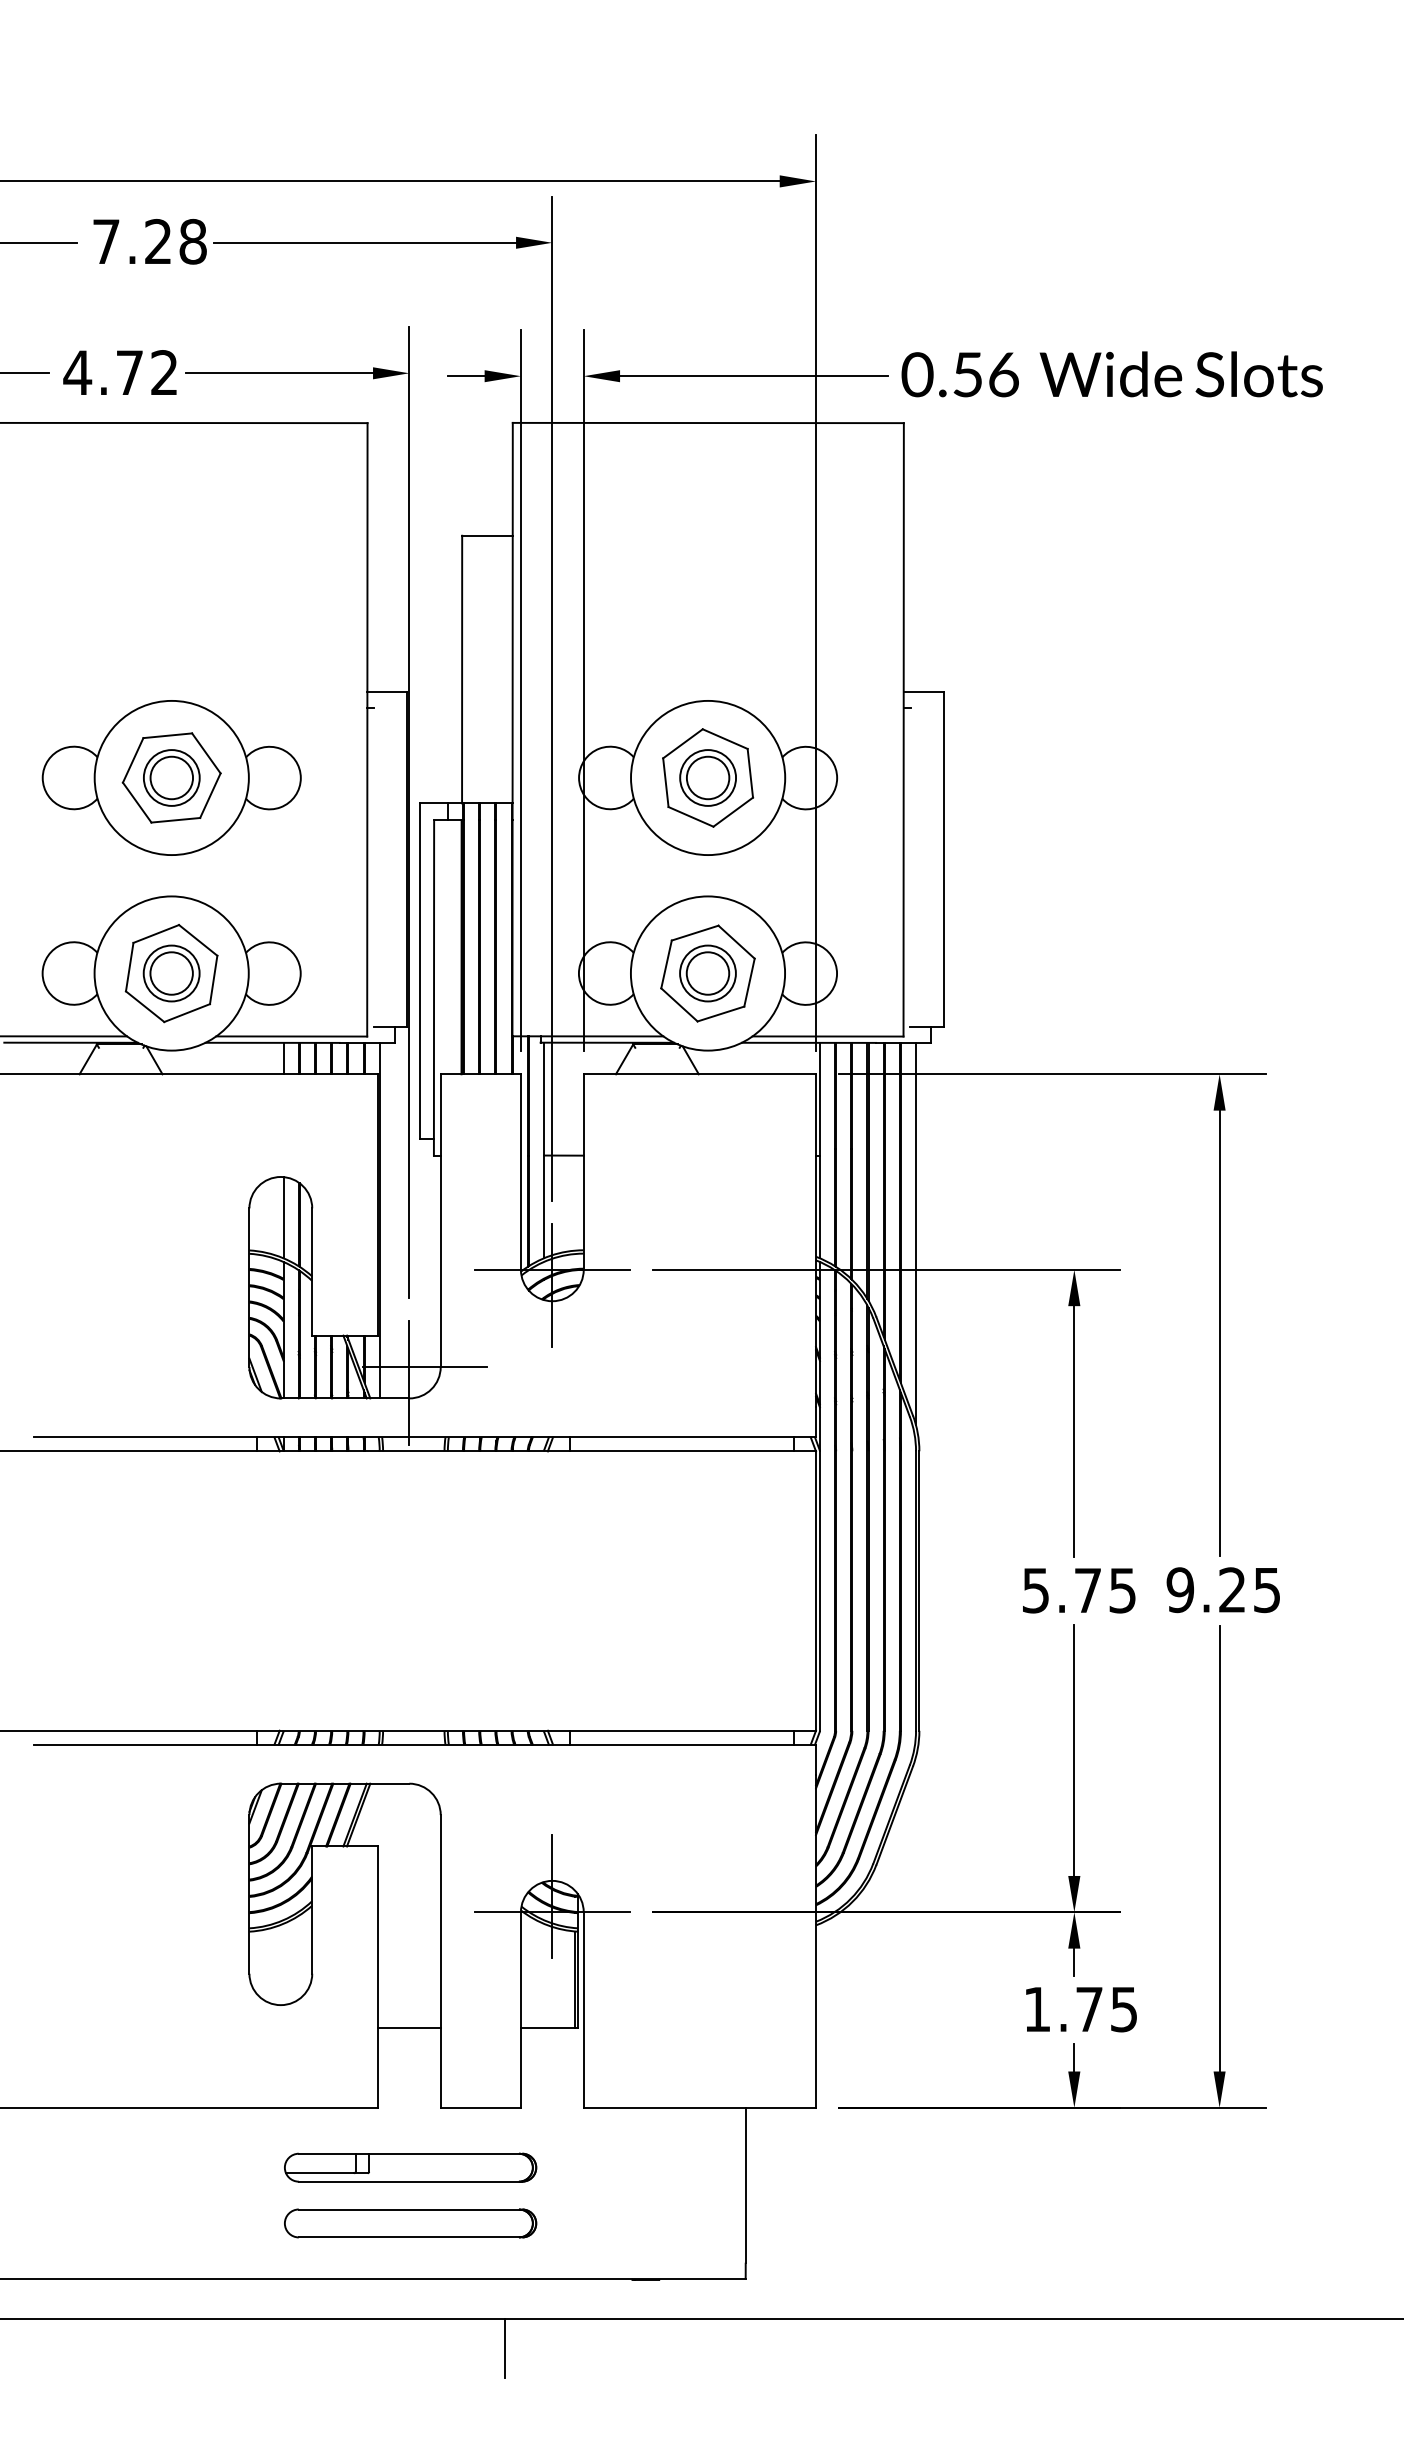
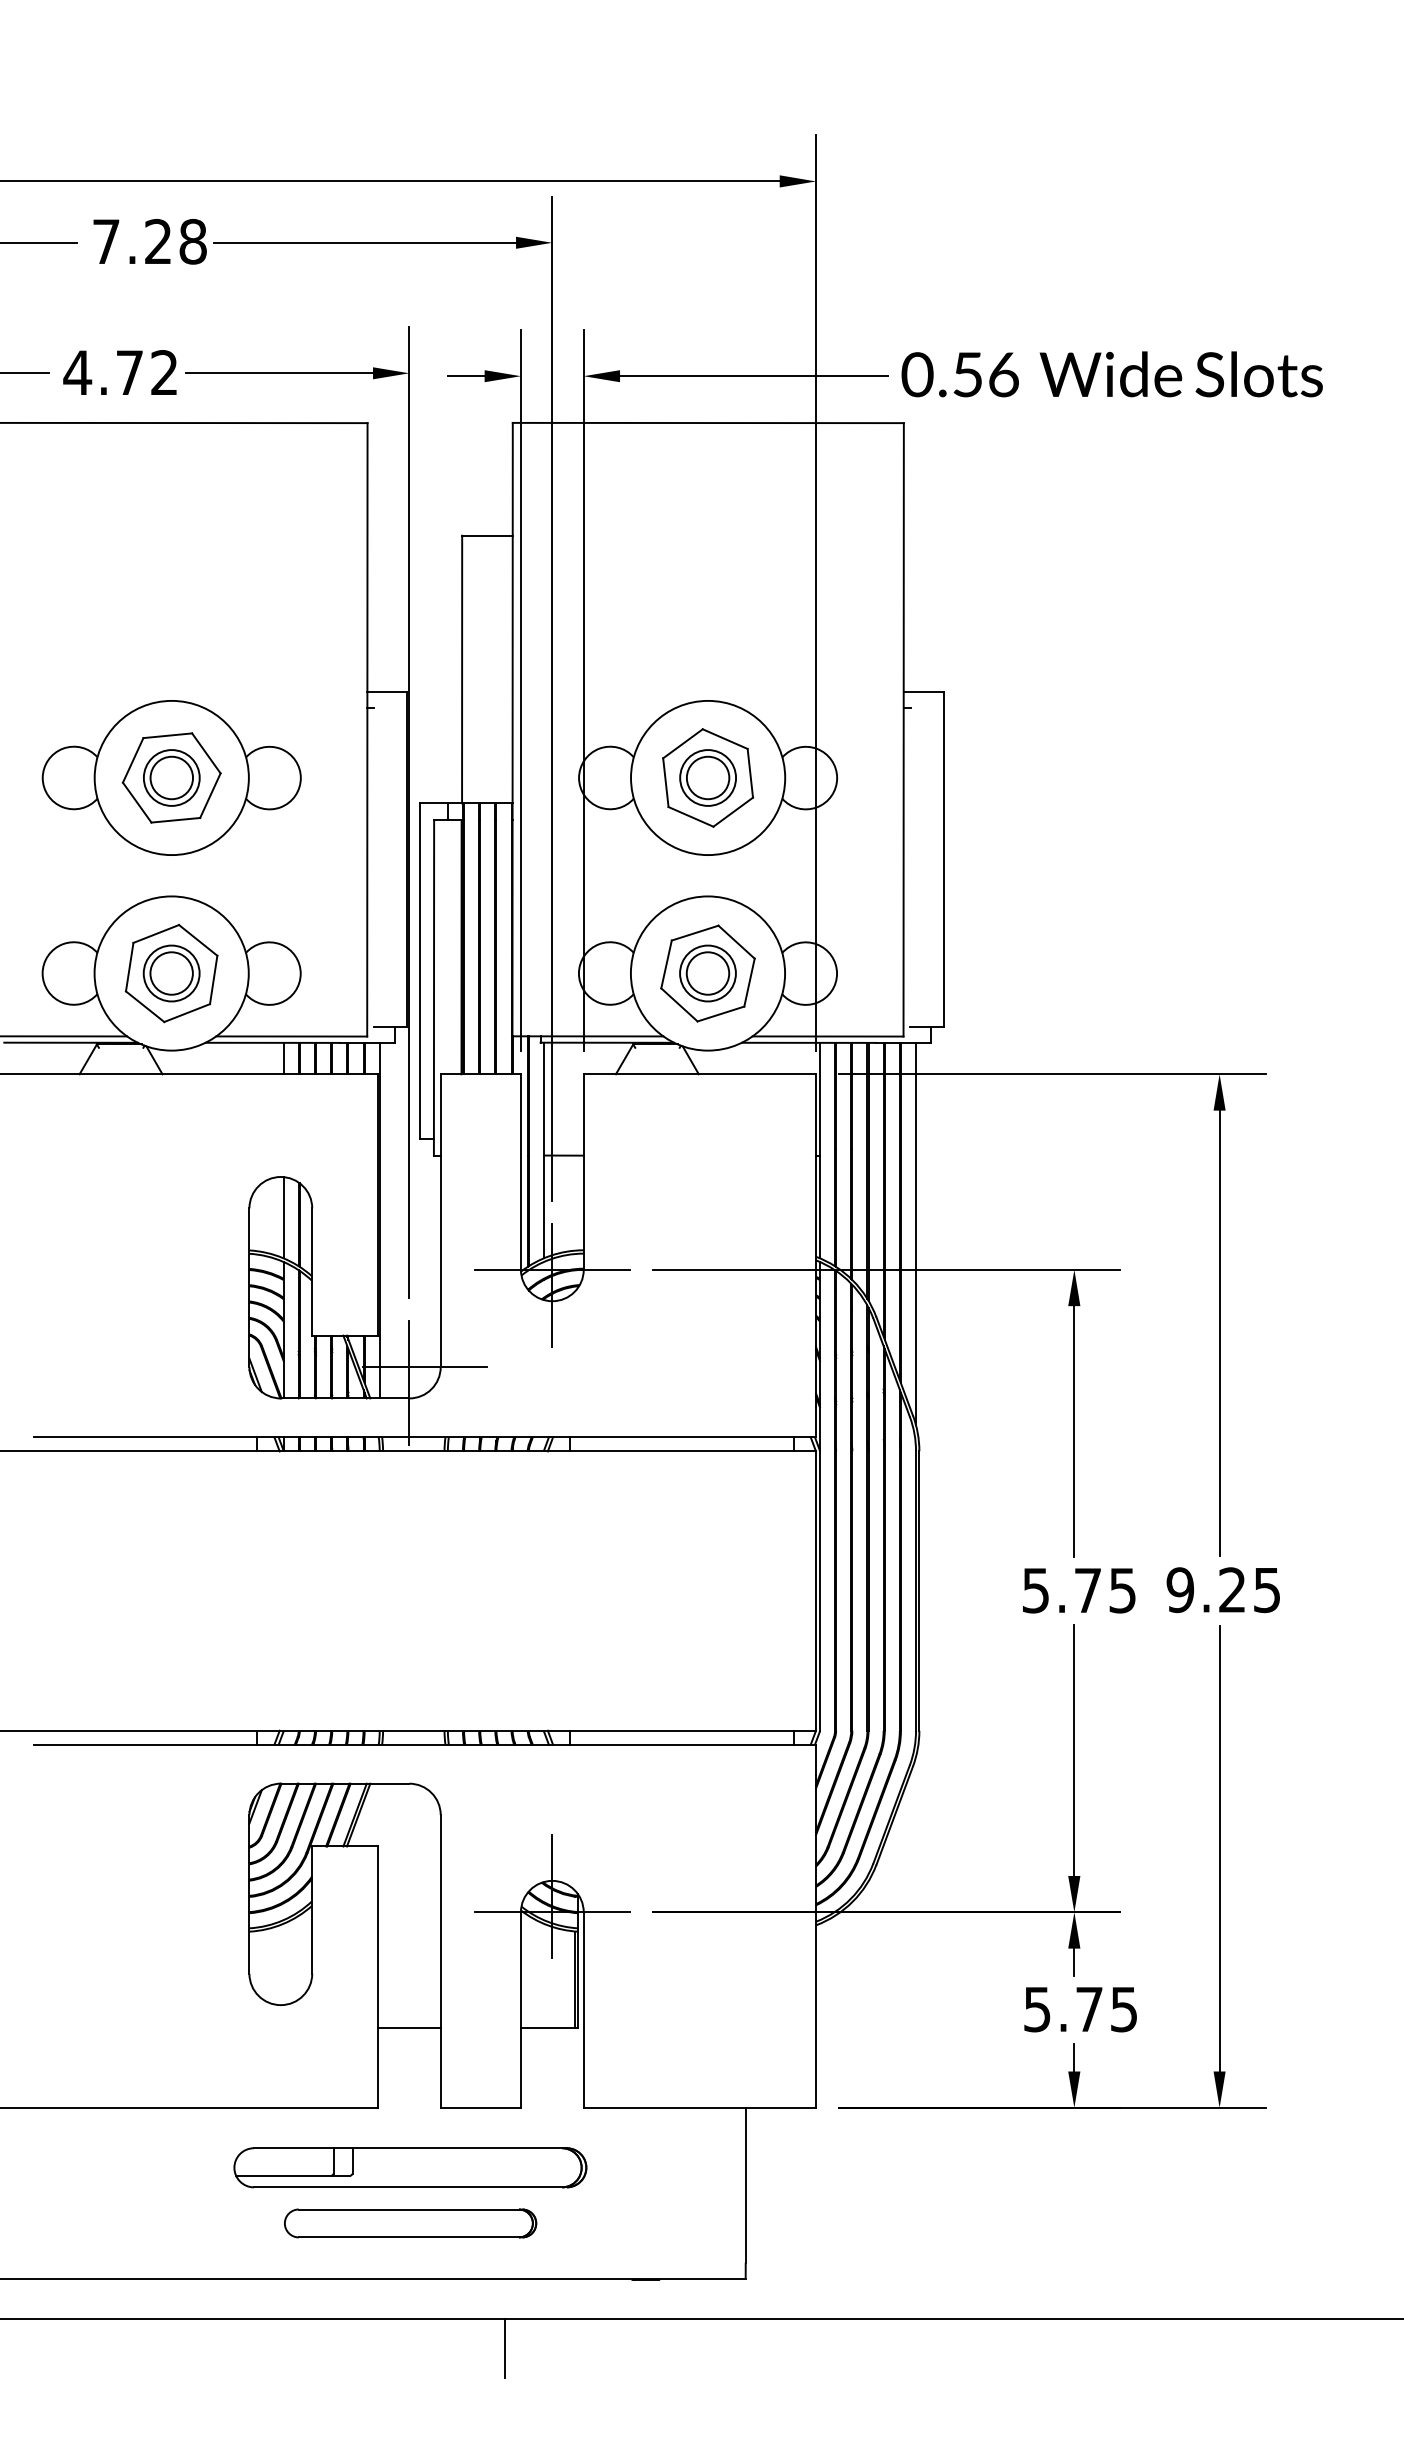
text at (1037, 2009): 1.75 -> 5.75
part at (410, 2167) size: 254x31 px -> 355x42 px
